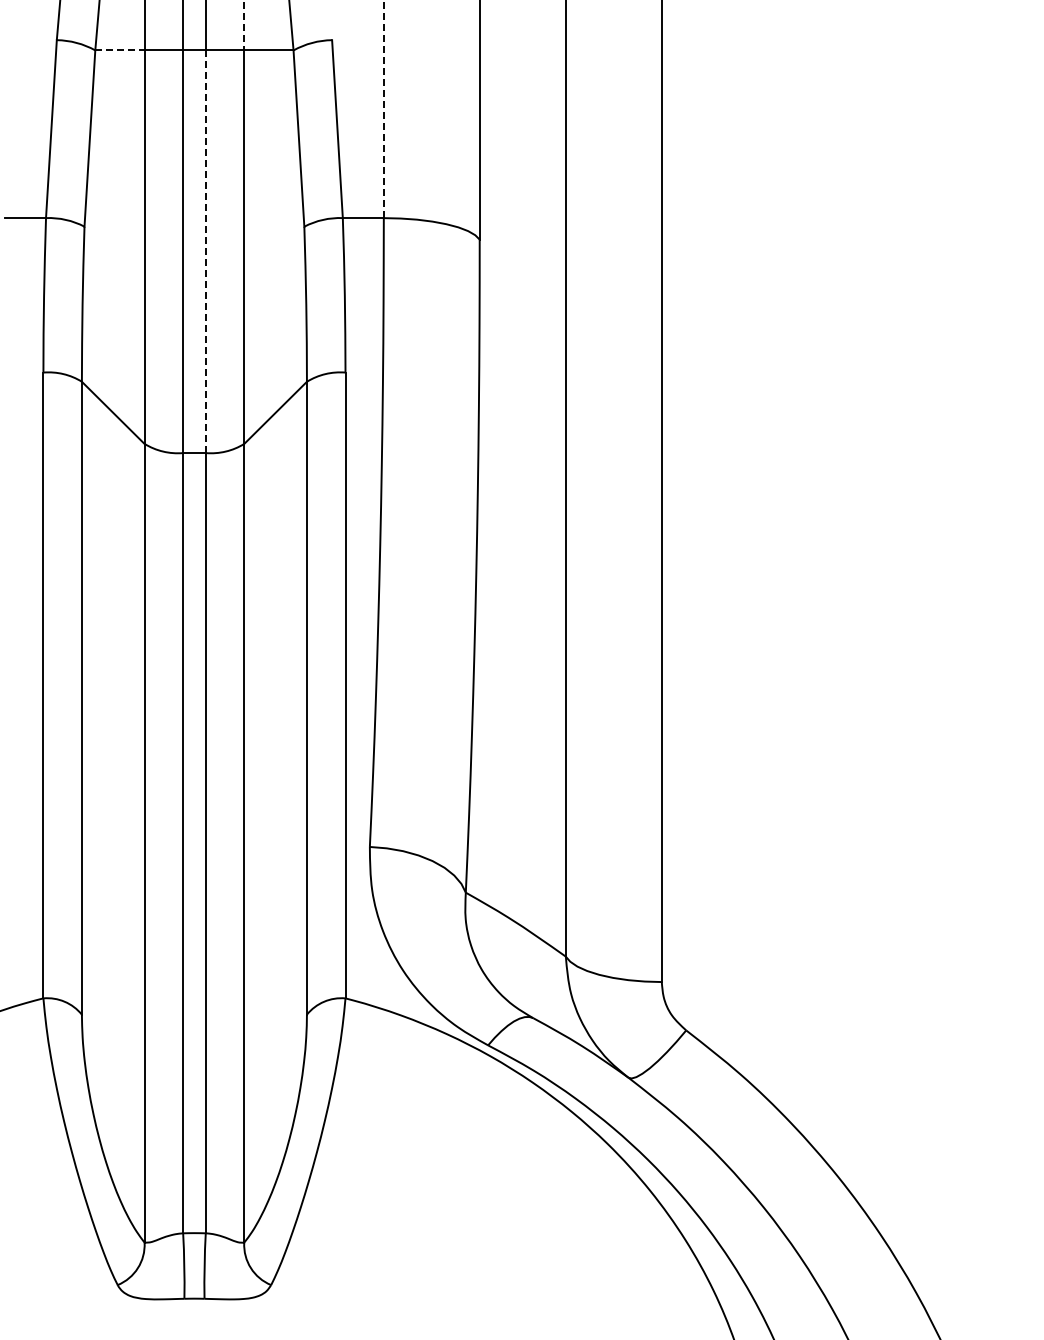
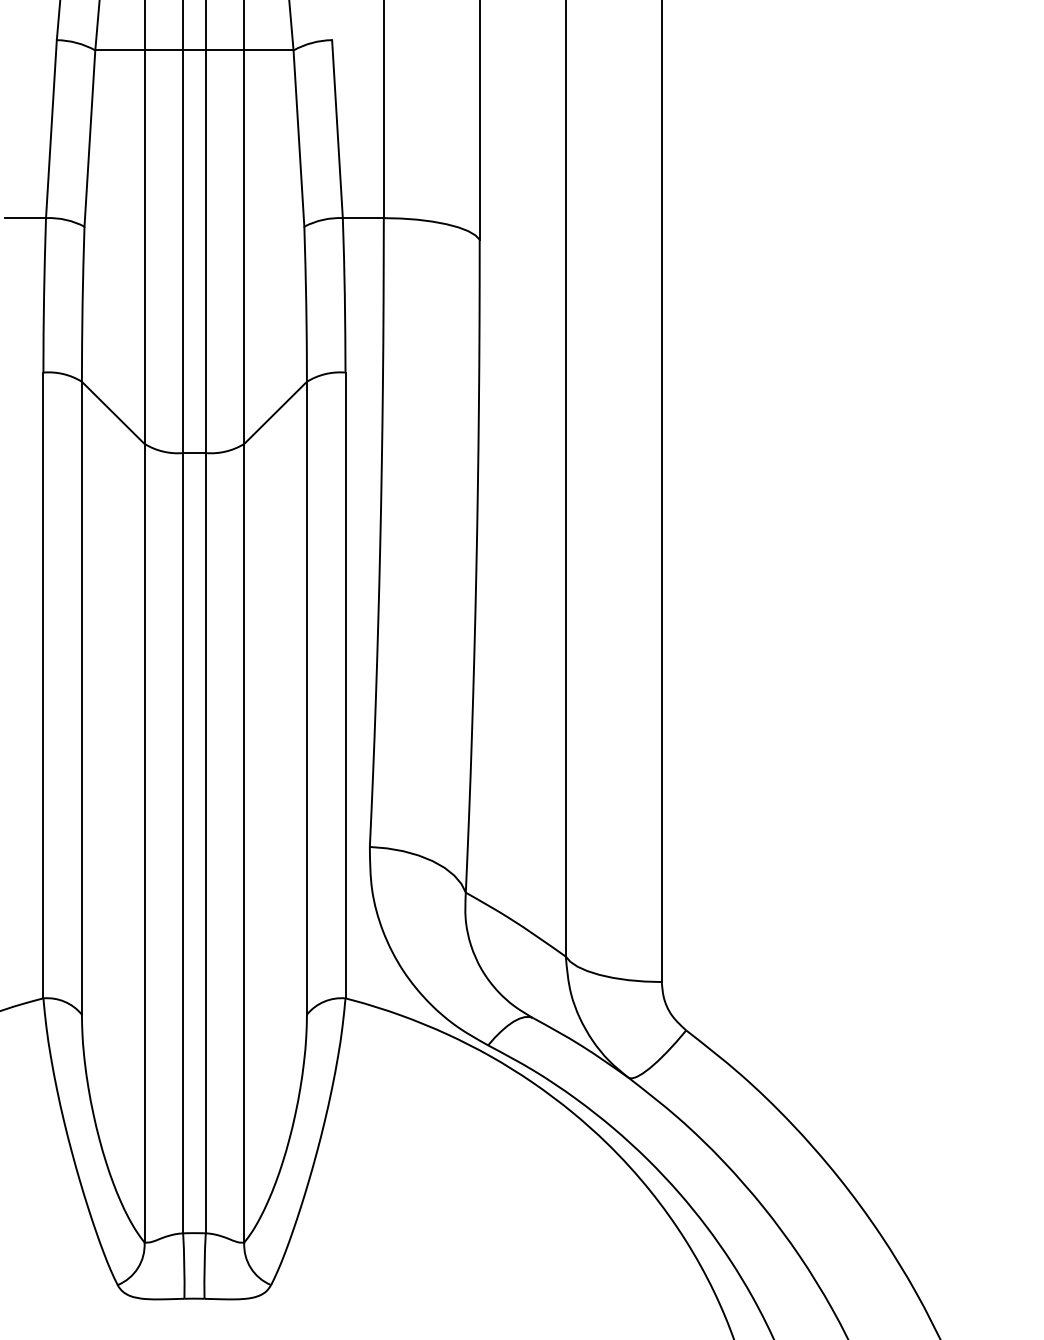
line at (244, 25): dashed -> solid
line at (119, 50): dashed -> solid
line at (383, 109): dashed -> solid
line at (205, 251): dashed -> solid
